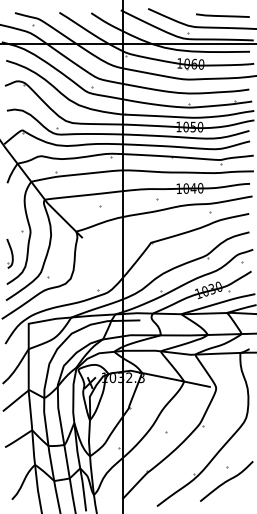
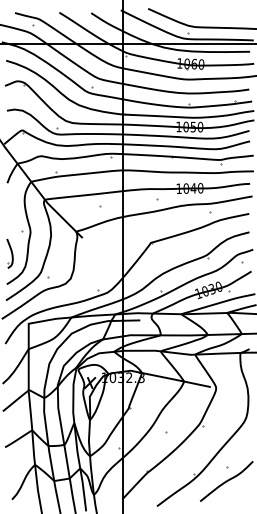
line at (222, 15): present -> none
